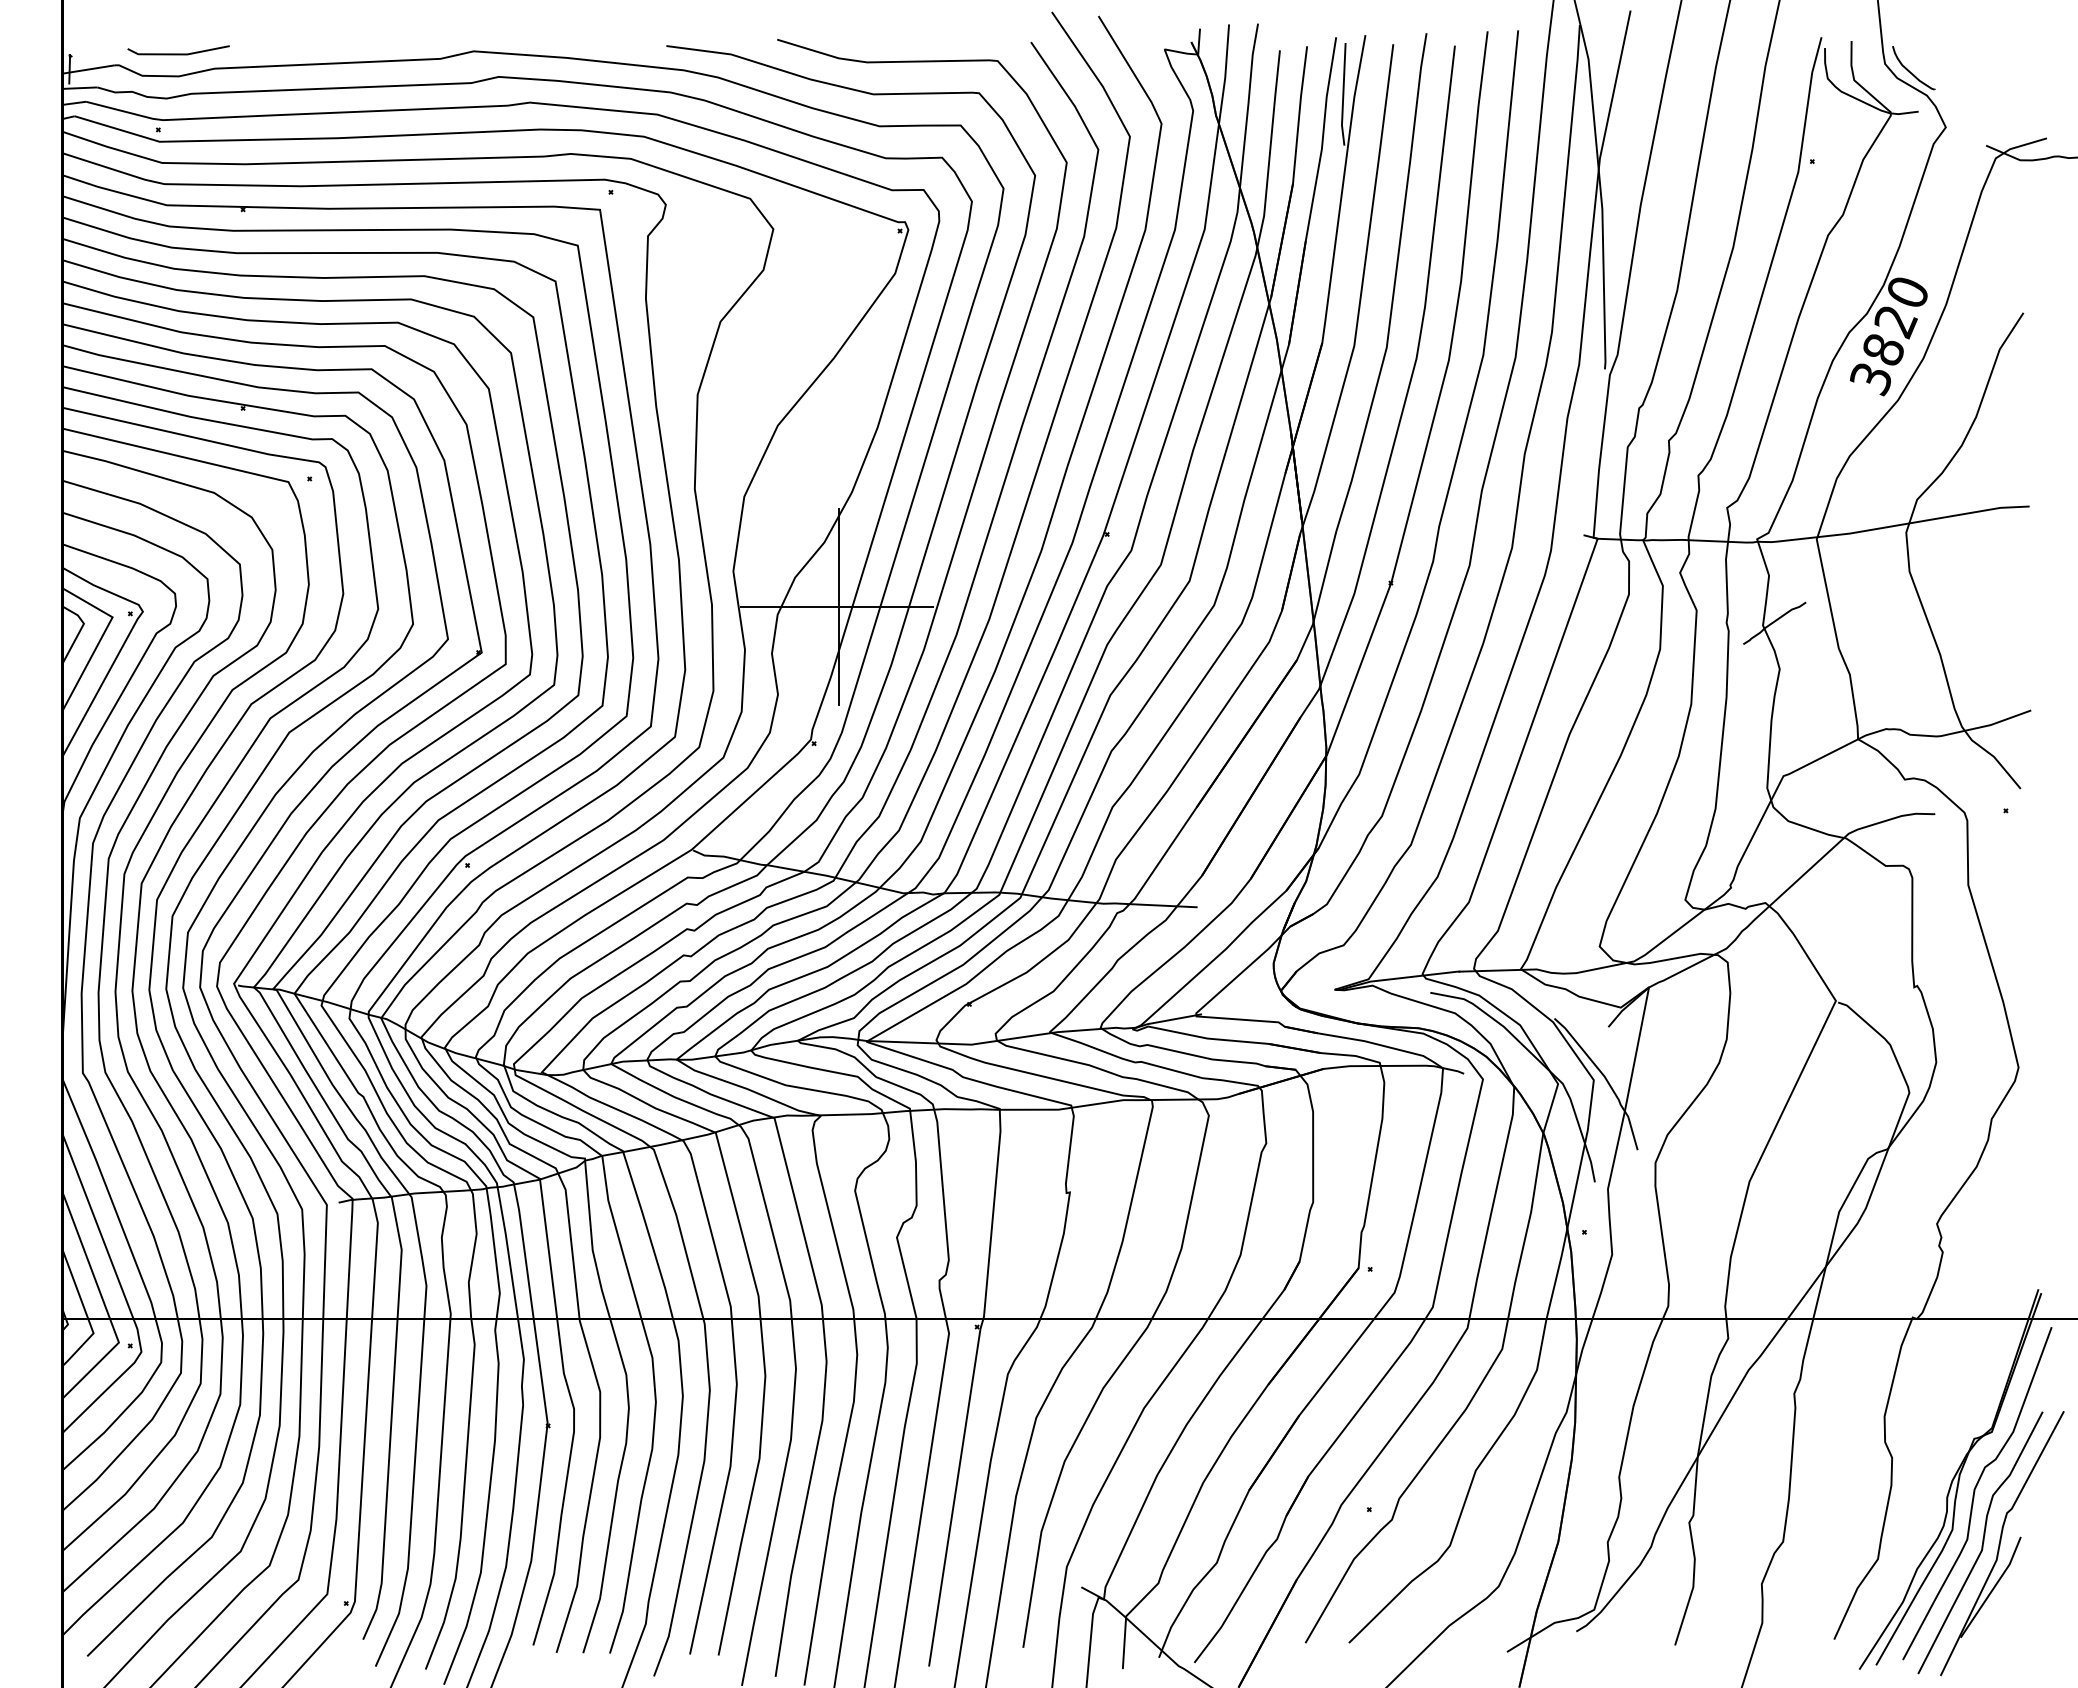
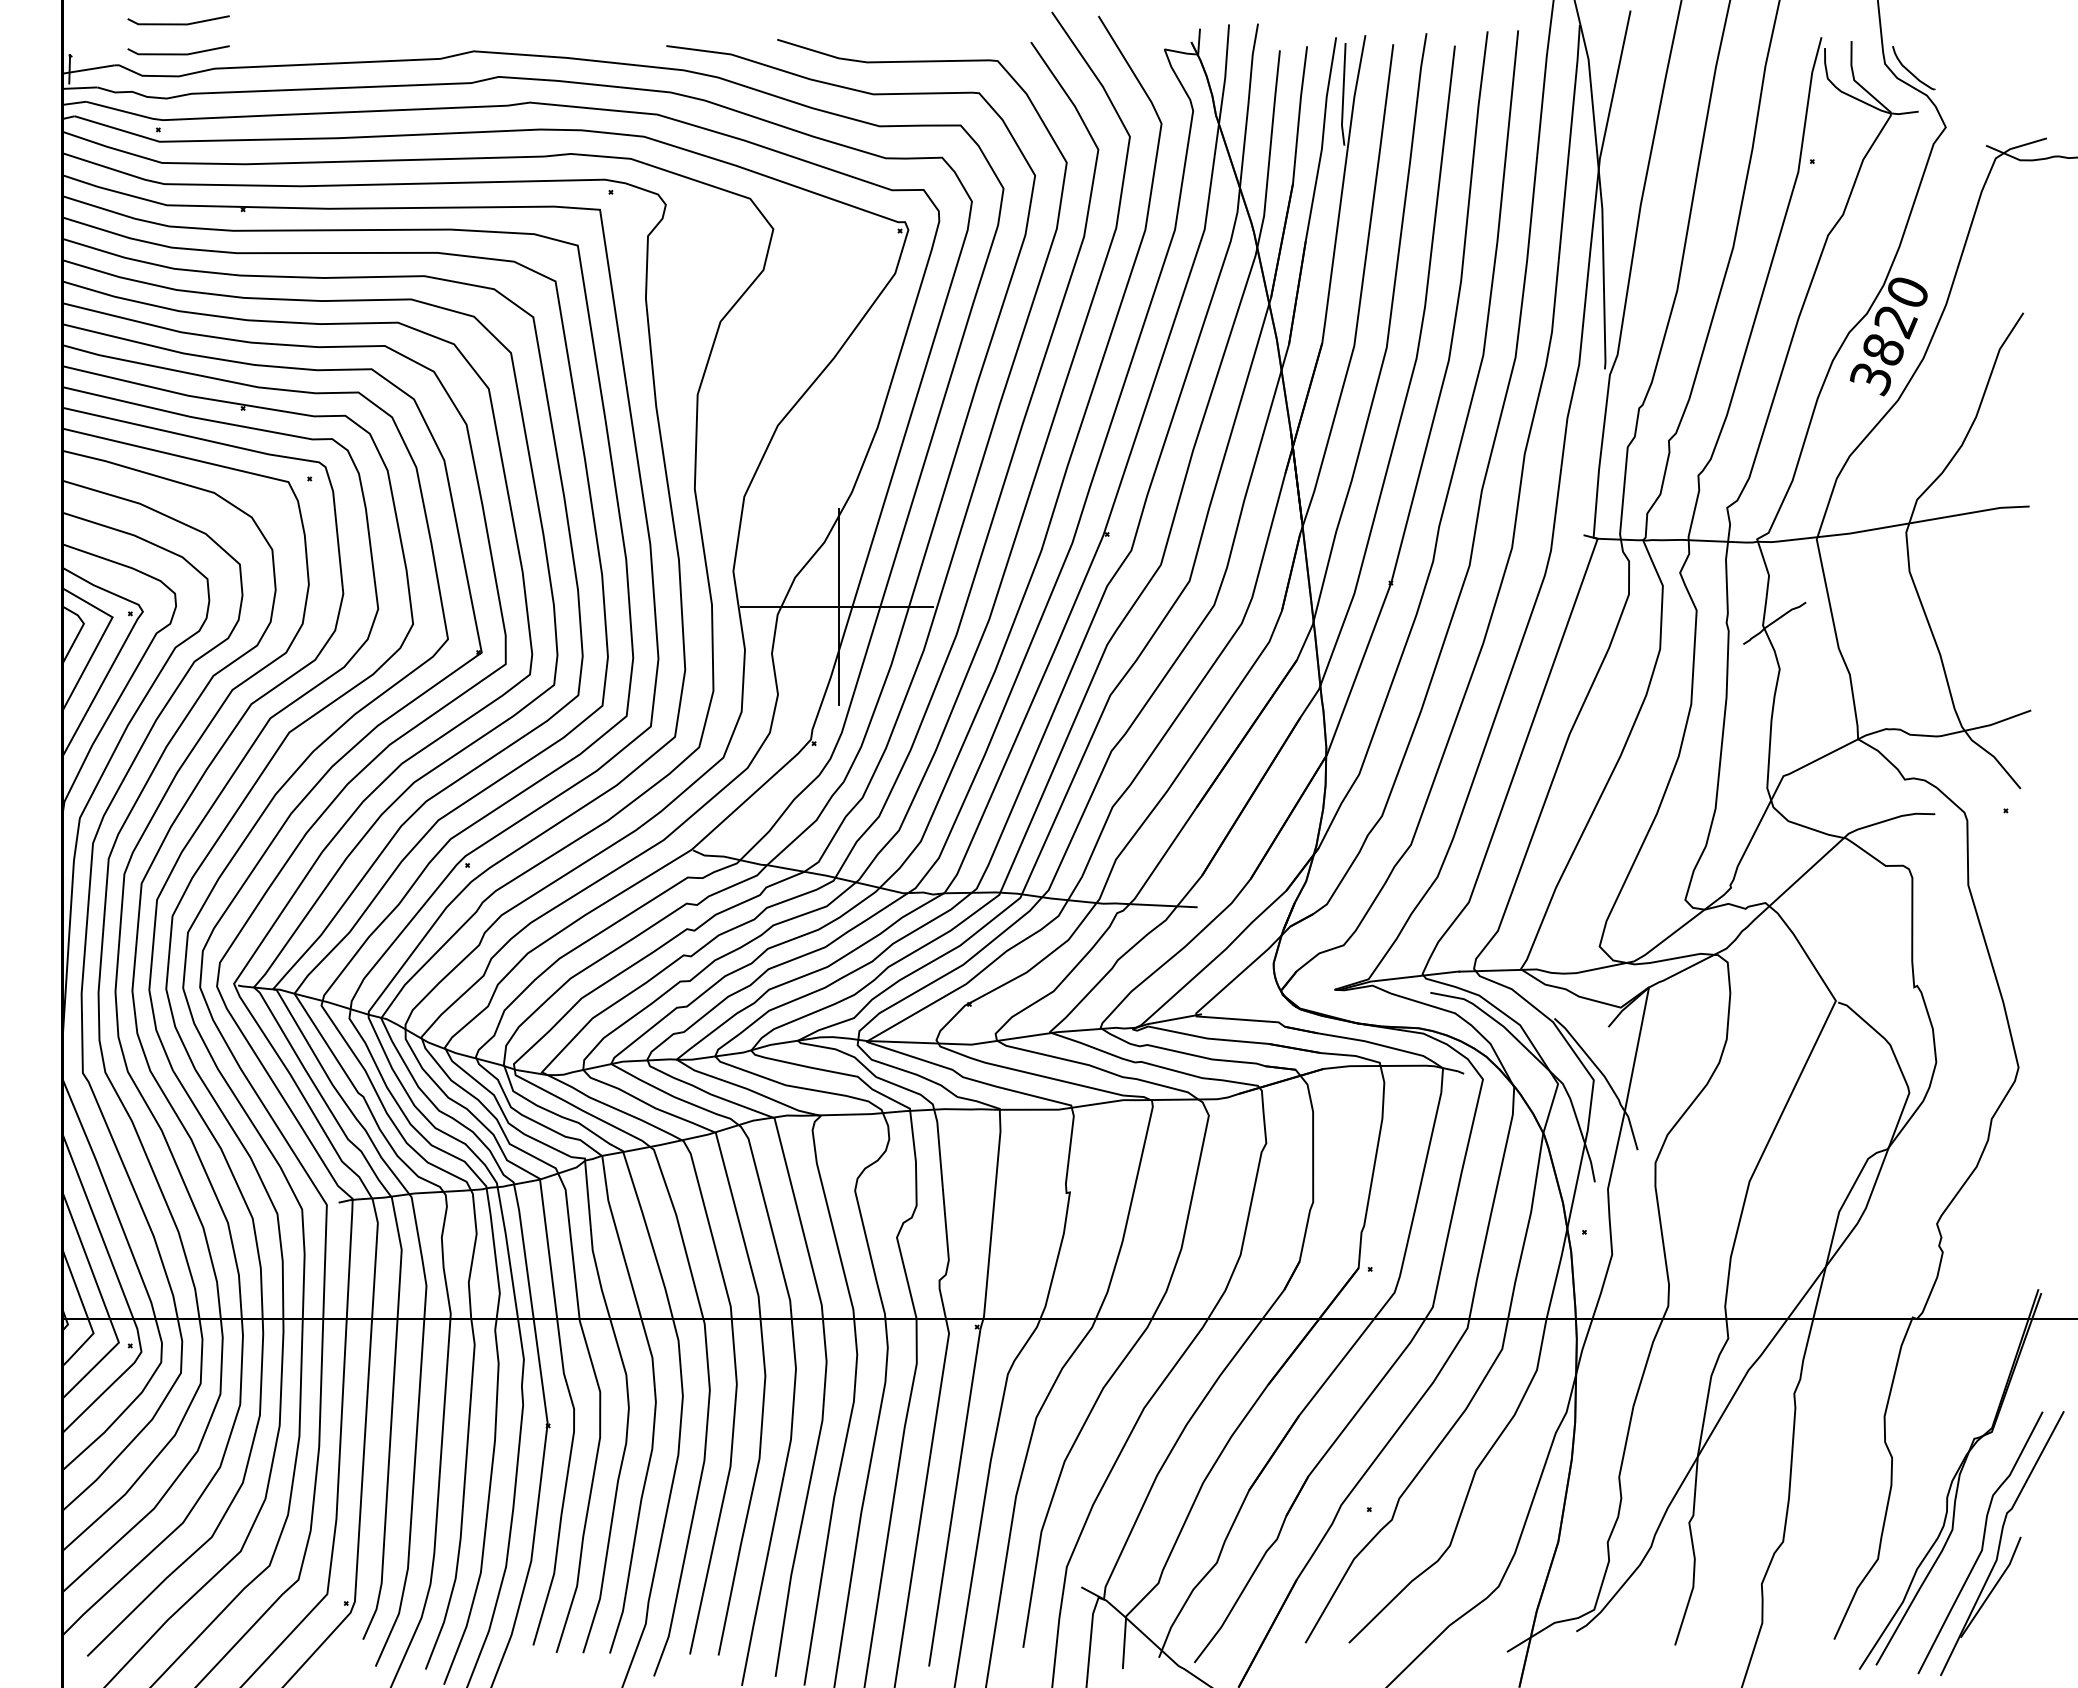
line at (178, 23): none -> present
curve at (1975, 1492): present -> none
